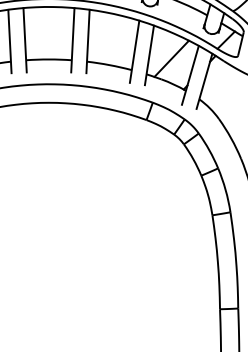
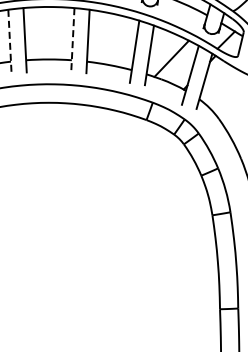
line at (72, 40): solid -> dashed
line at (9, 41): solid -> dashed
